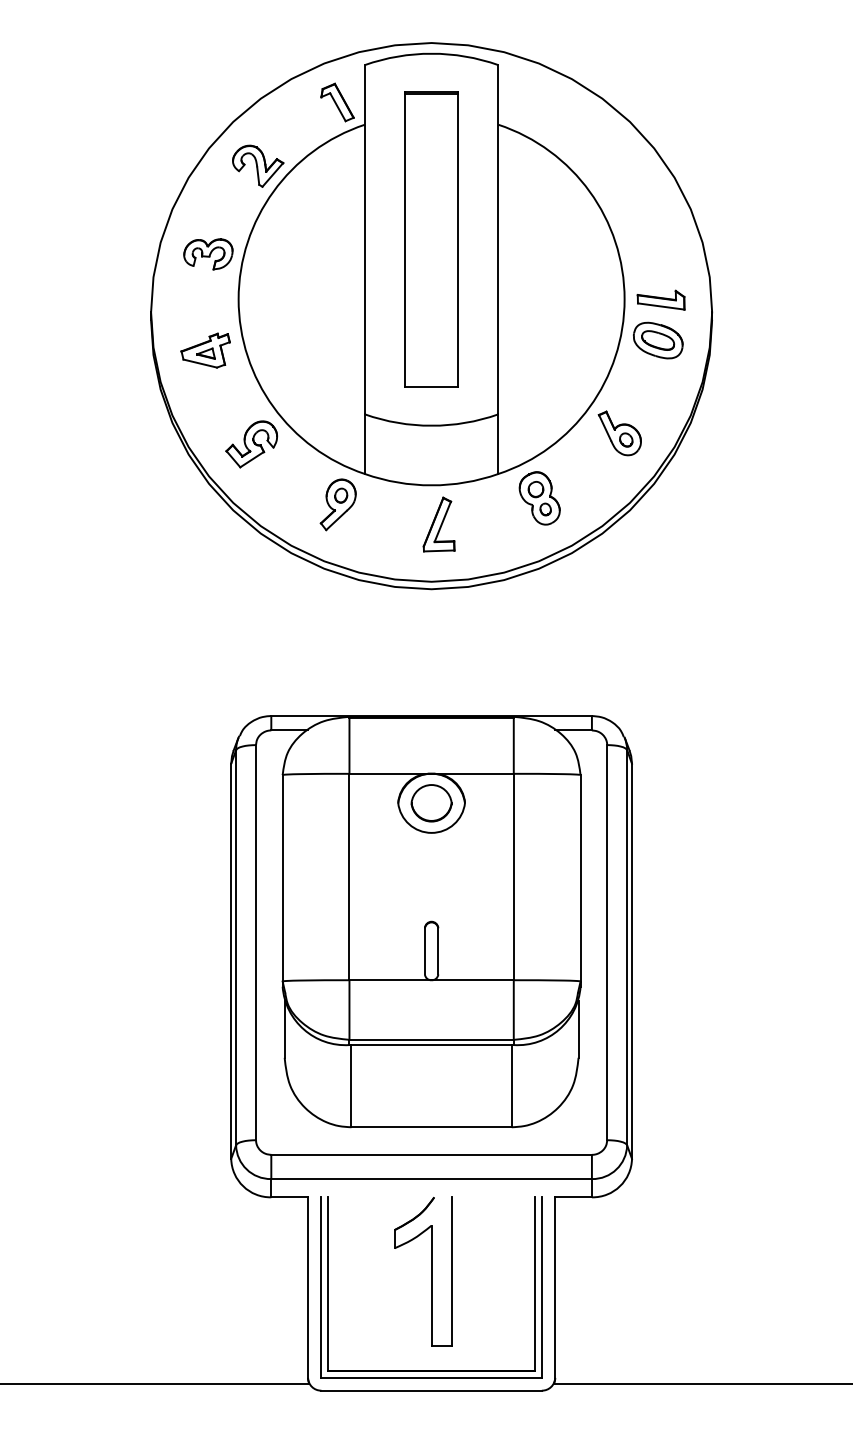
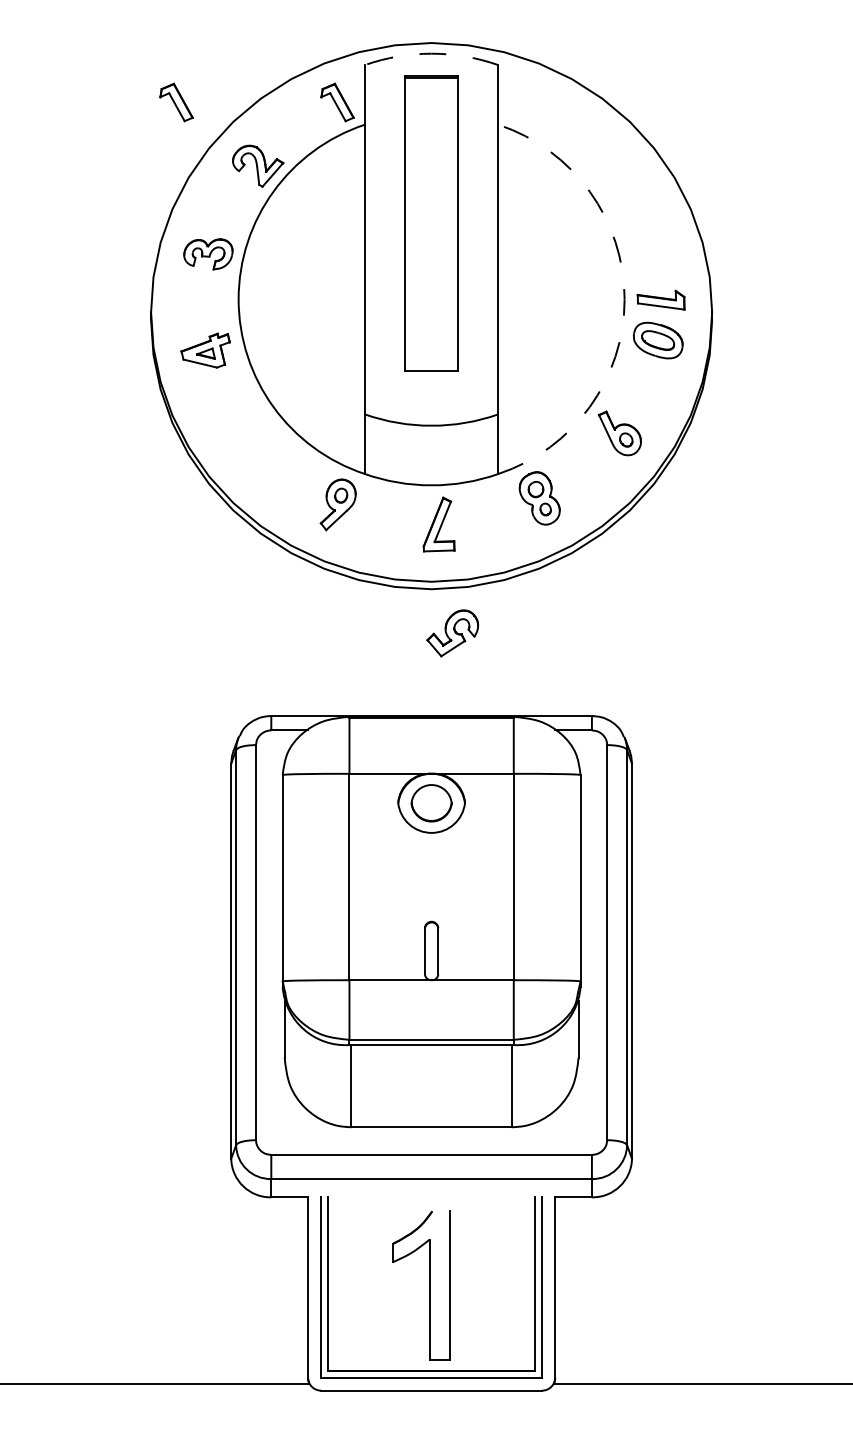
arc at (431, 53): solid -> dashed
part at (176, 102): none -> present
part at (431, 239) position: (431, 239) -> (431, 223)
arc at (624, 299): solid -> dashed
part at (251, 444) position: (251, 444) -> (452, 633)
part at (431, 1271) position: (431, 1271) -> (429, 1285)
